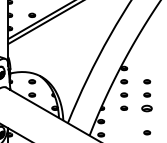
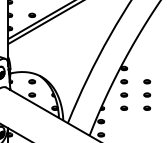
part at (146, 108) size: 12x9 px -> 9x6 px
part at (147, 132): present -> none
